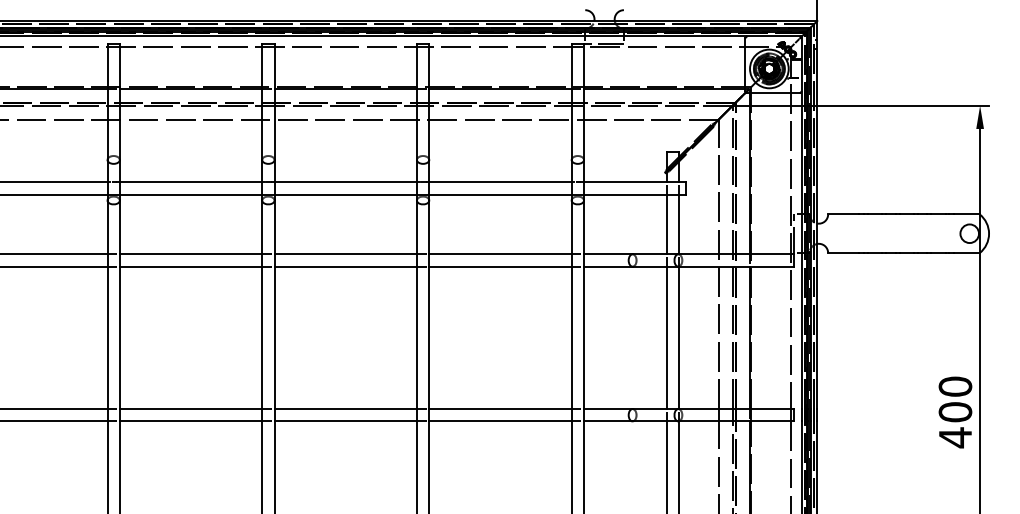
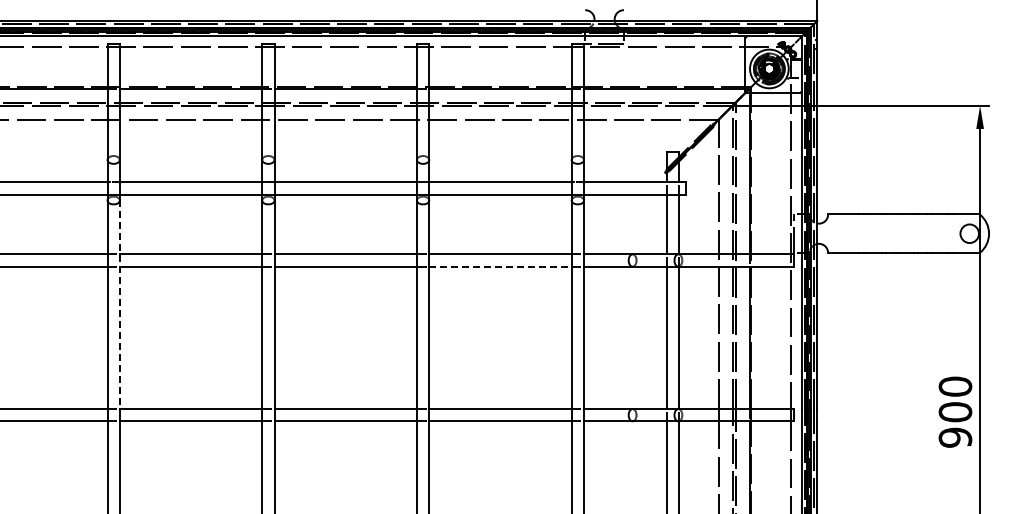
line at (500, 266): solid -> dashed
line at (119, 305): solid -> dashed
text at (955, 437): 400 -> 900
